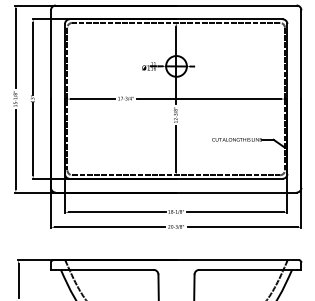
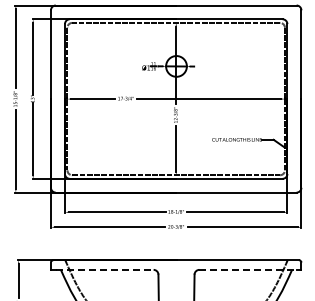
line at (104, 269): solid -> dashed
line at (248, 269): solid -> dashed
